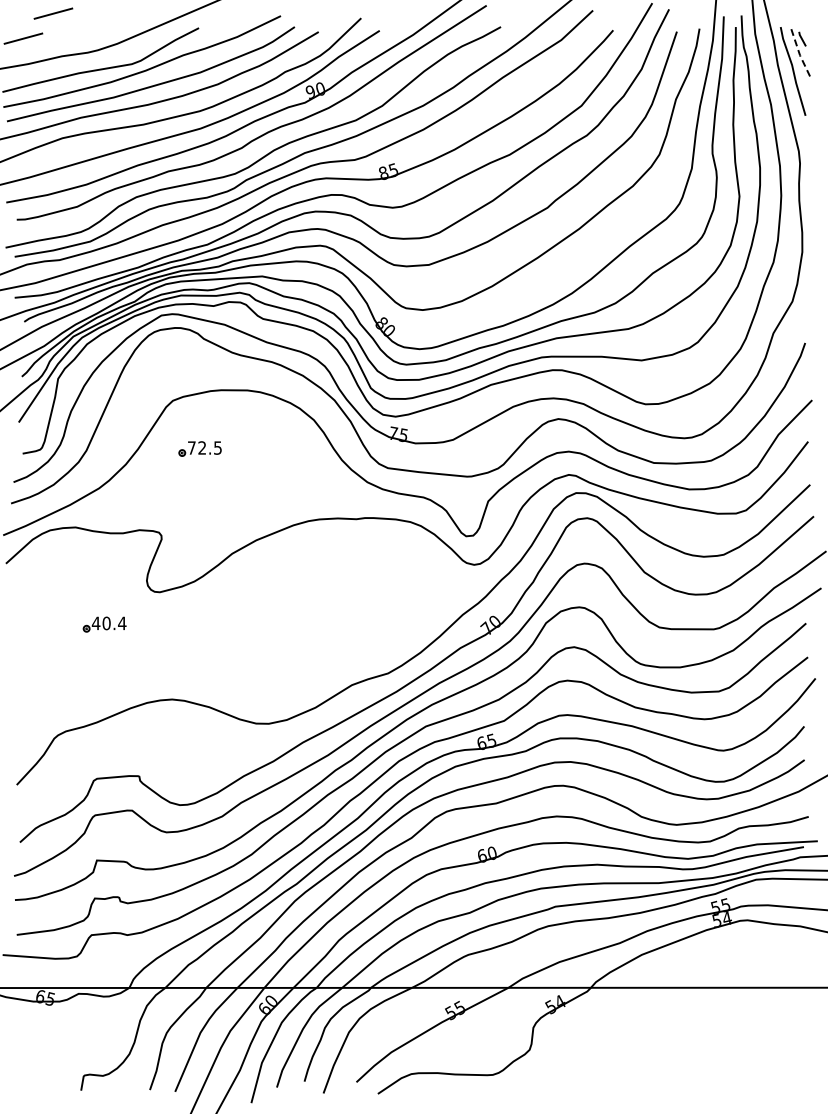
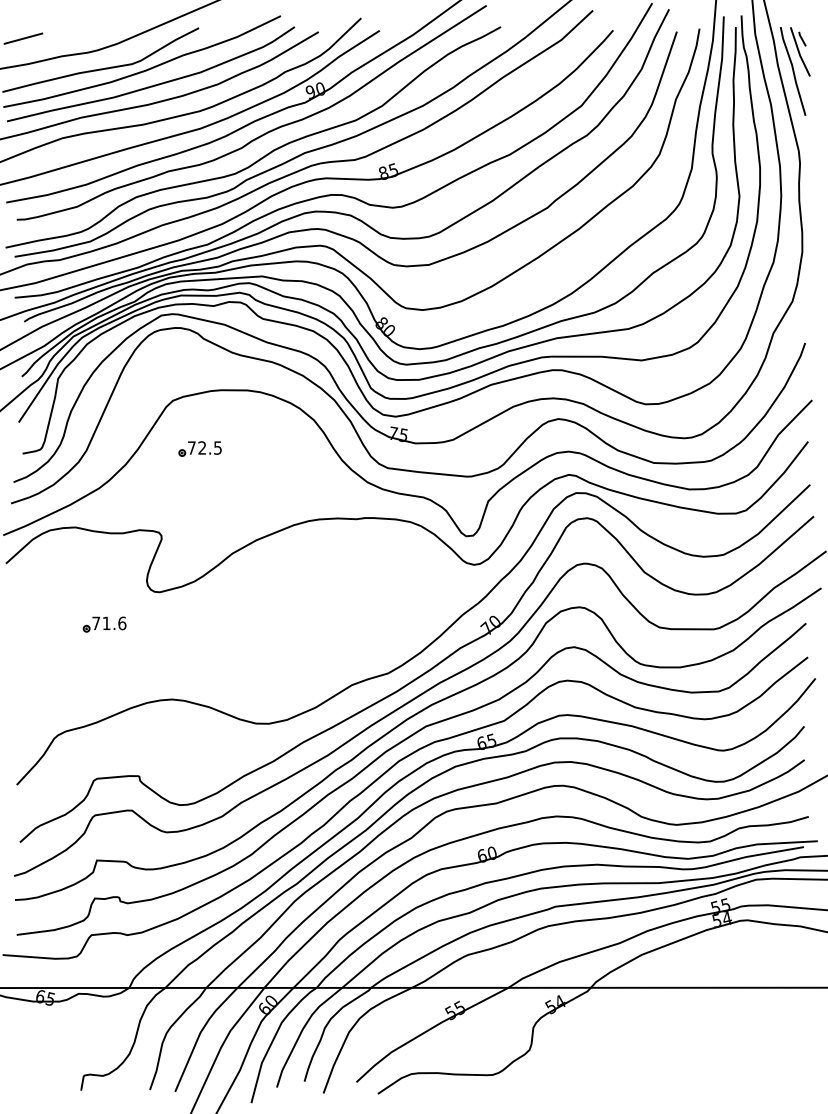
line at (53, 13): present -> none
line at (799, 52): dashed -> solid
text at (108, 623): 40.4 -> 71.6
